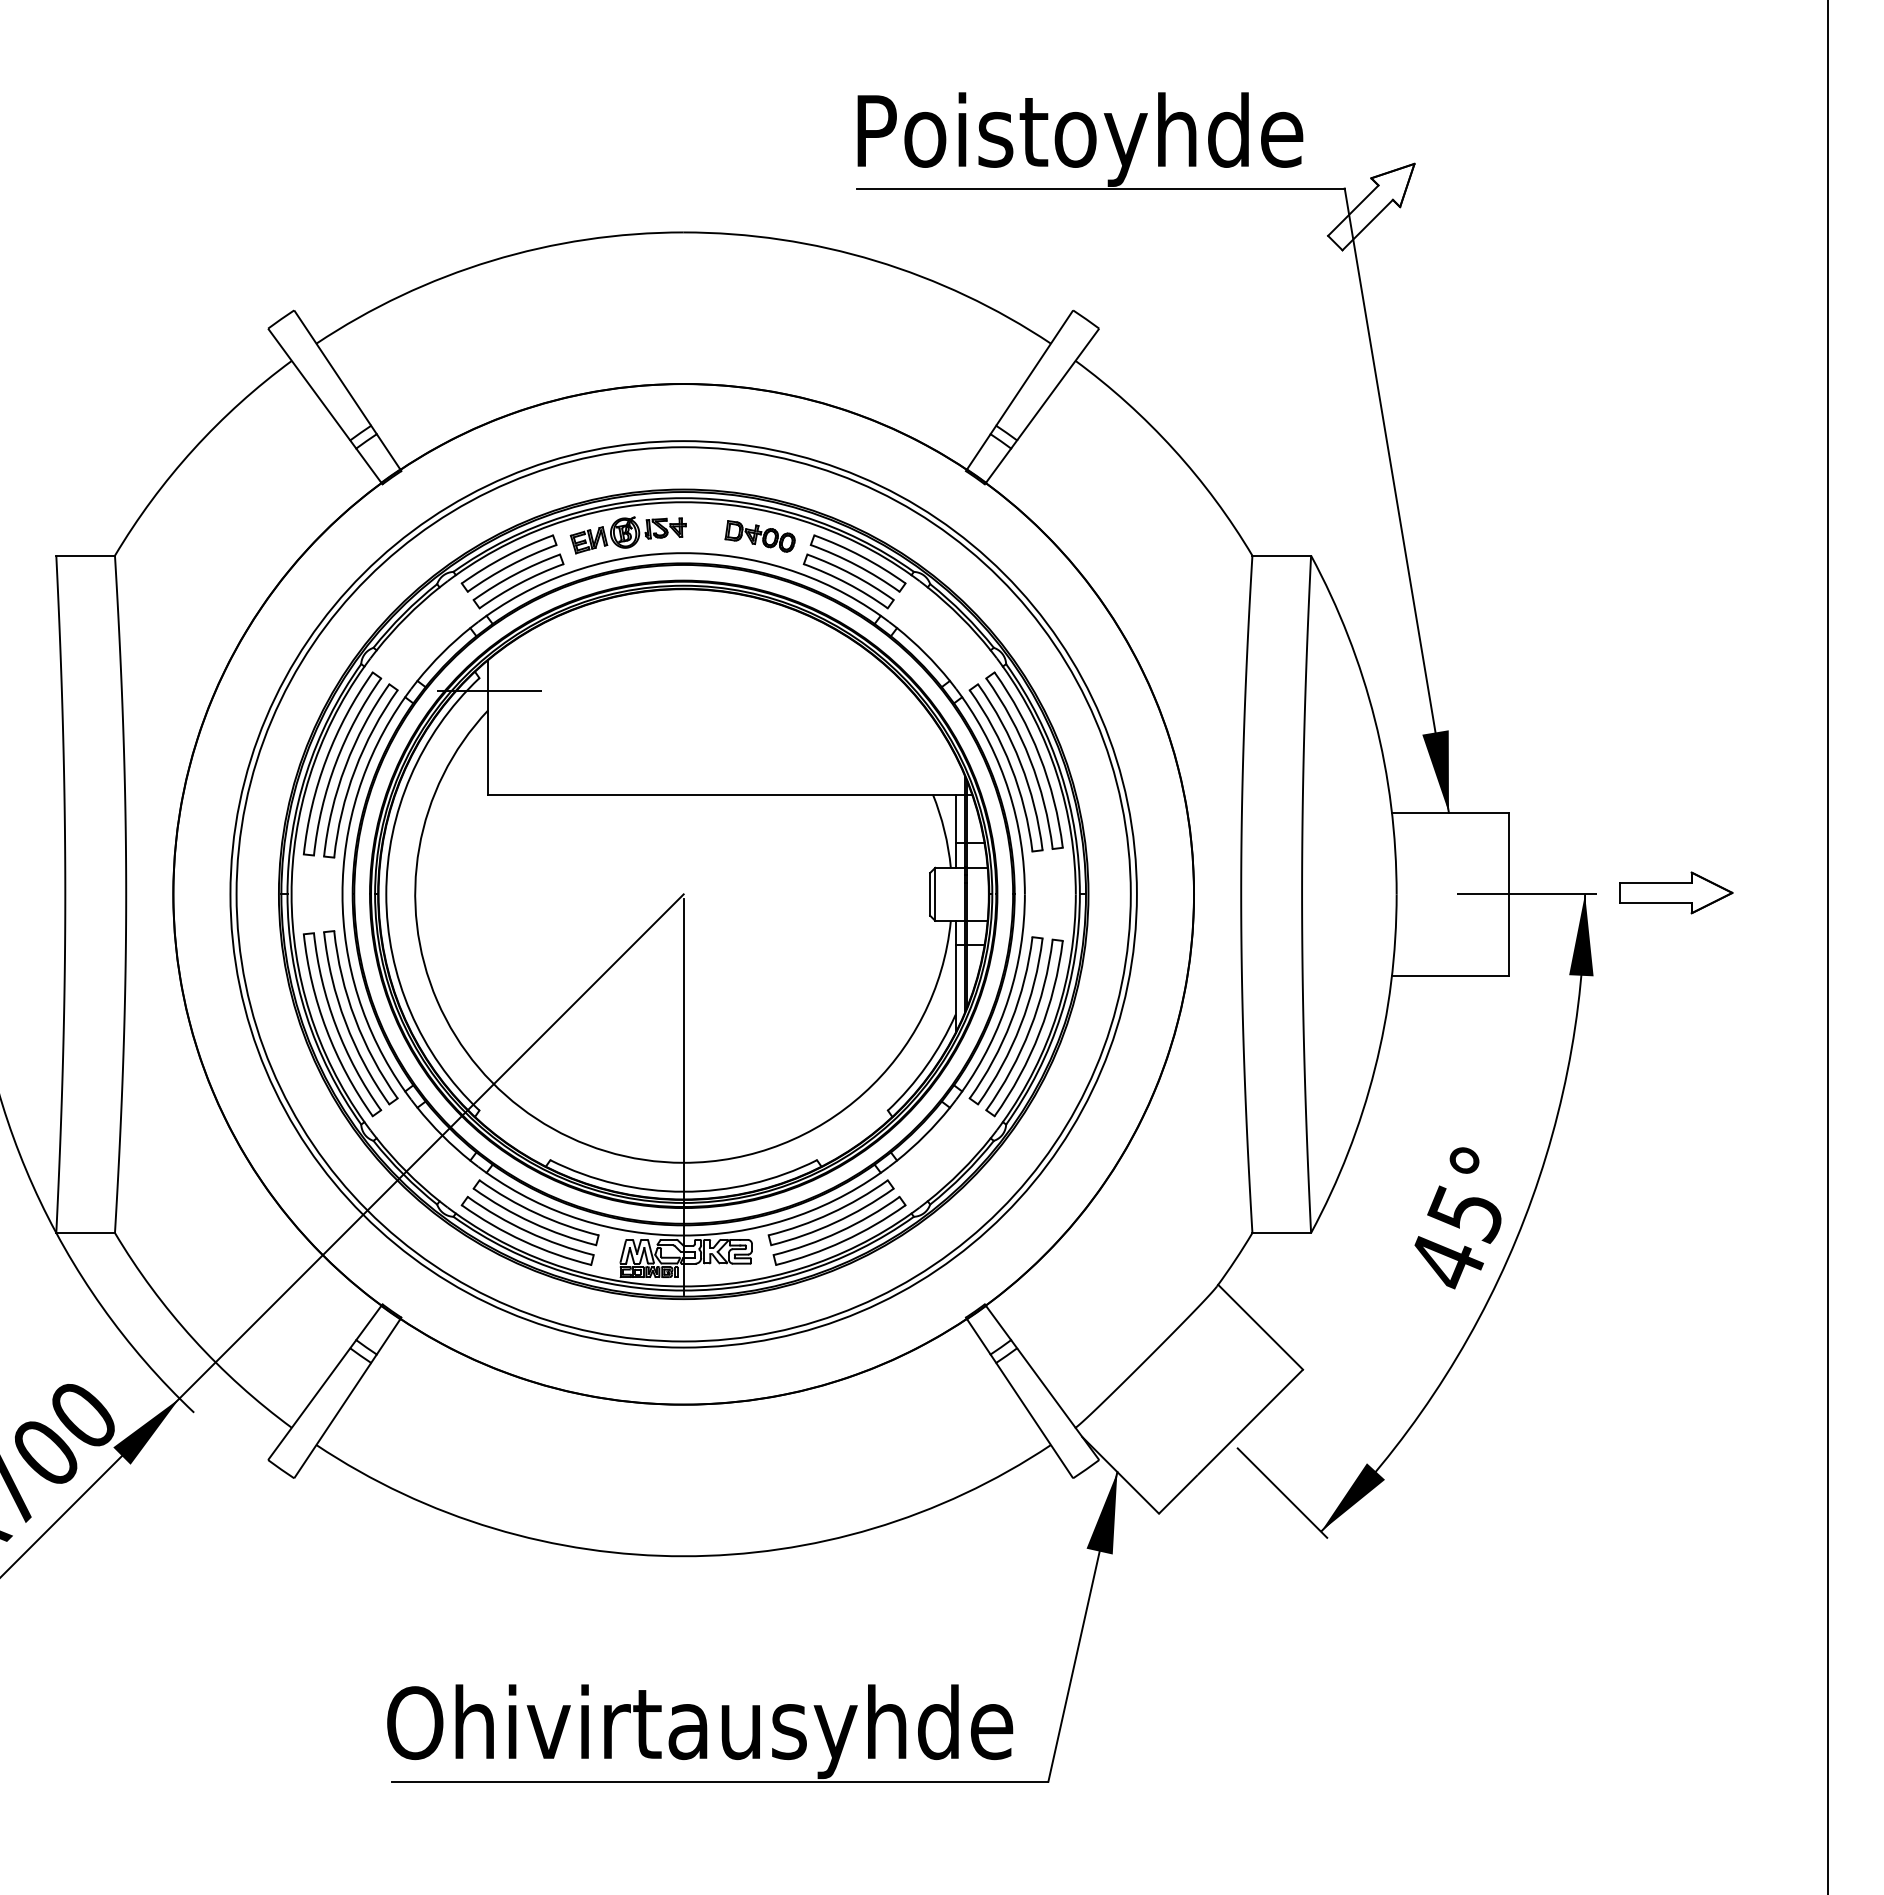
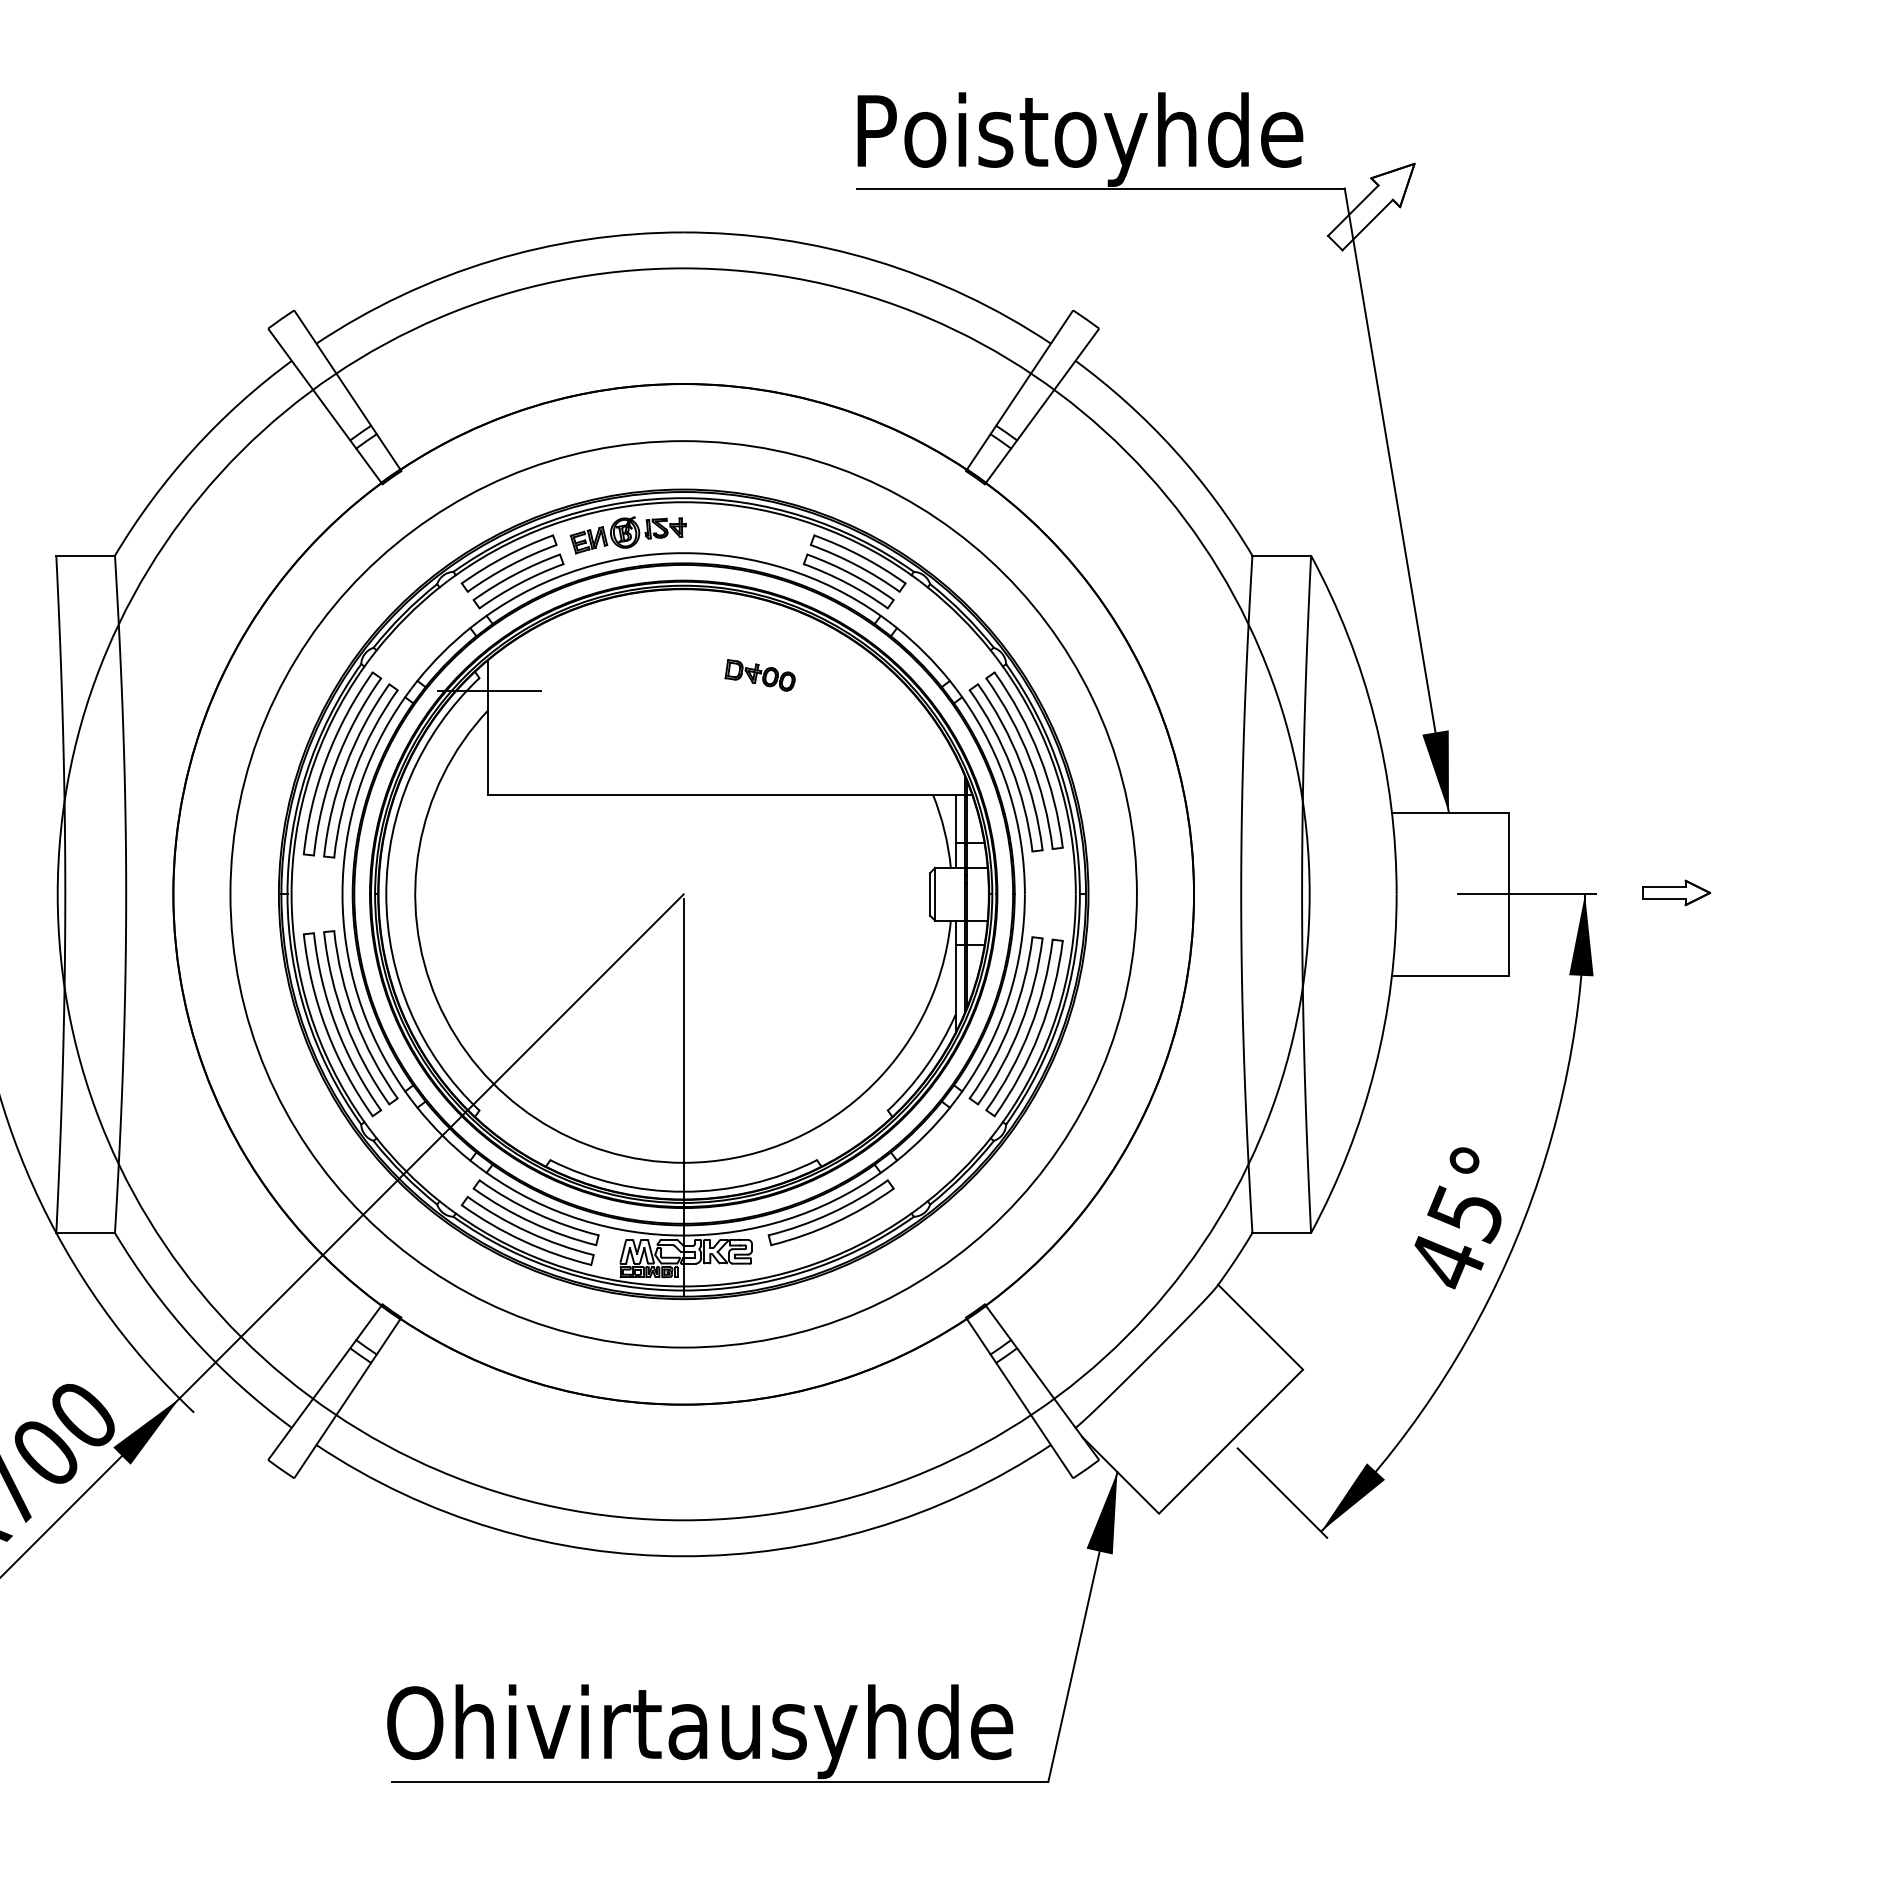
part at (759, 536) position: (759, 536) -> (759, 675)
part at (1676, 892) size: 115x44 px -> 70x28 px
circle at (683, 894) diameter: 894 px -> 1252 px
line at (1827, 946): present -> none
part at (839, 1230): present -> none
